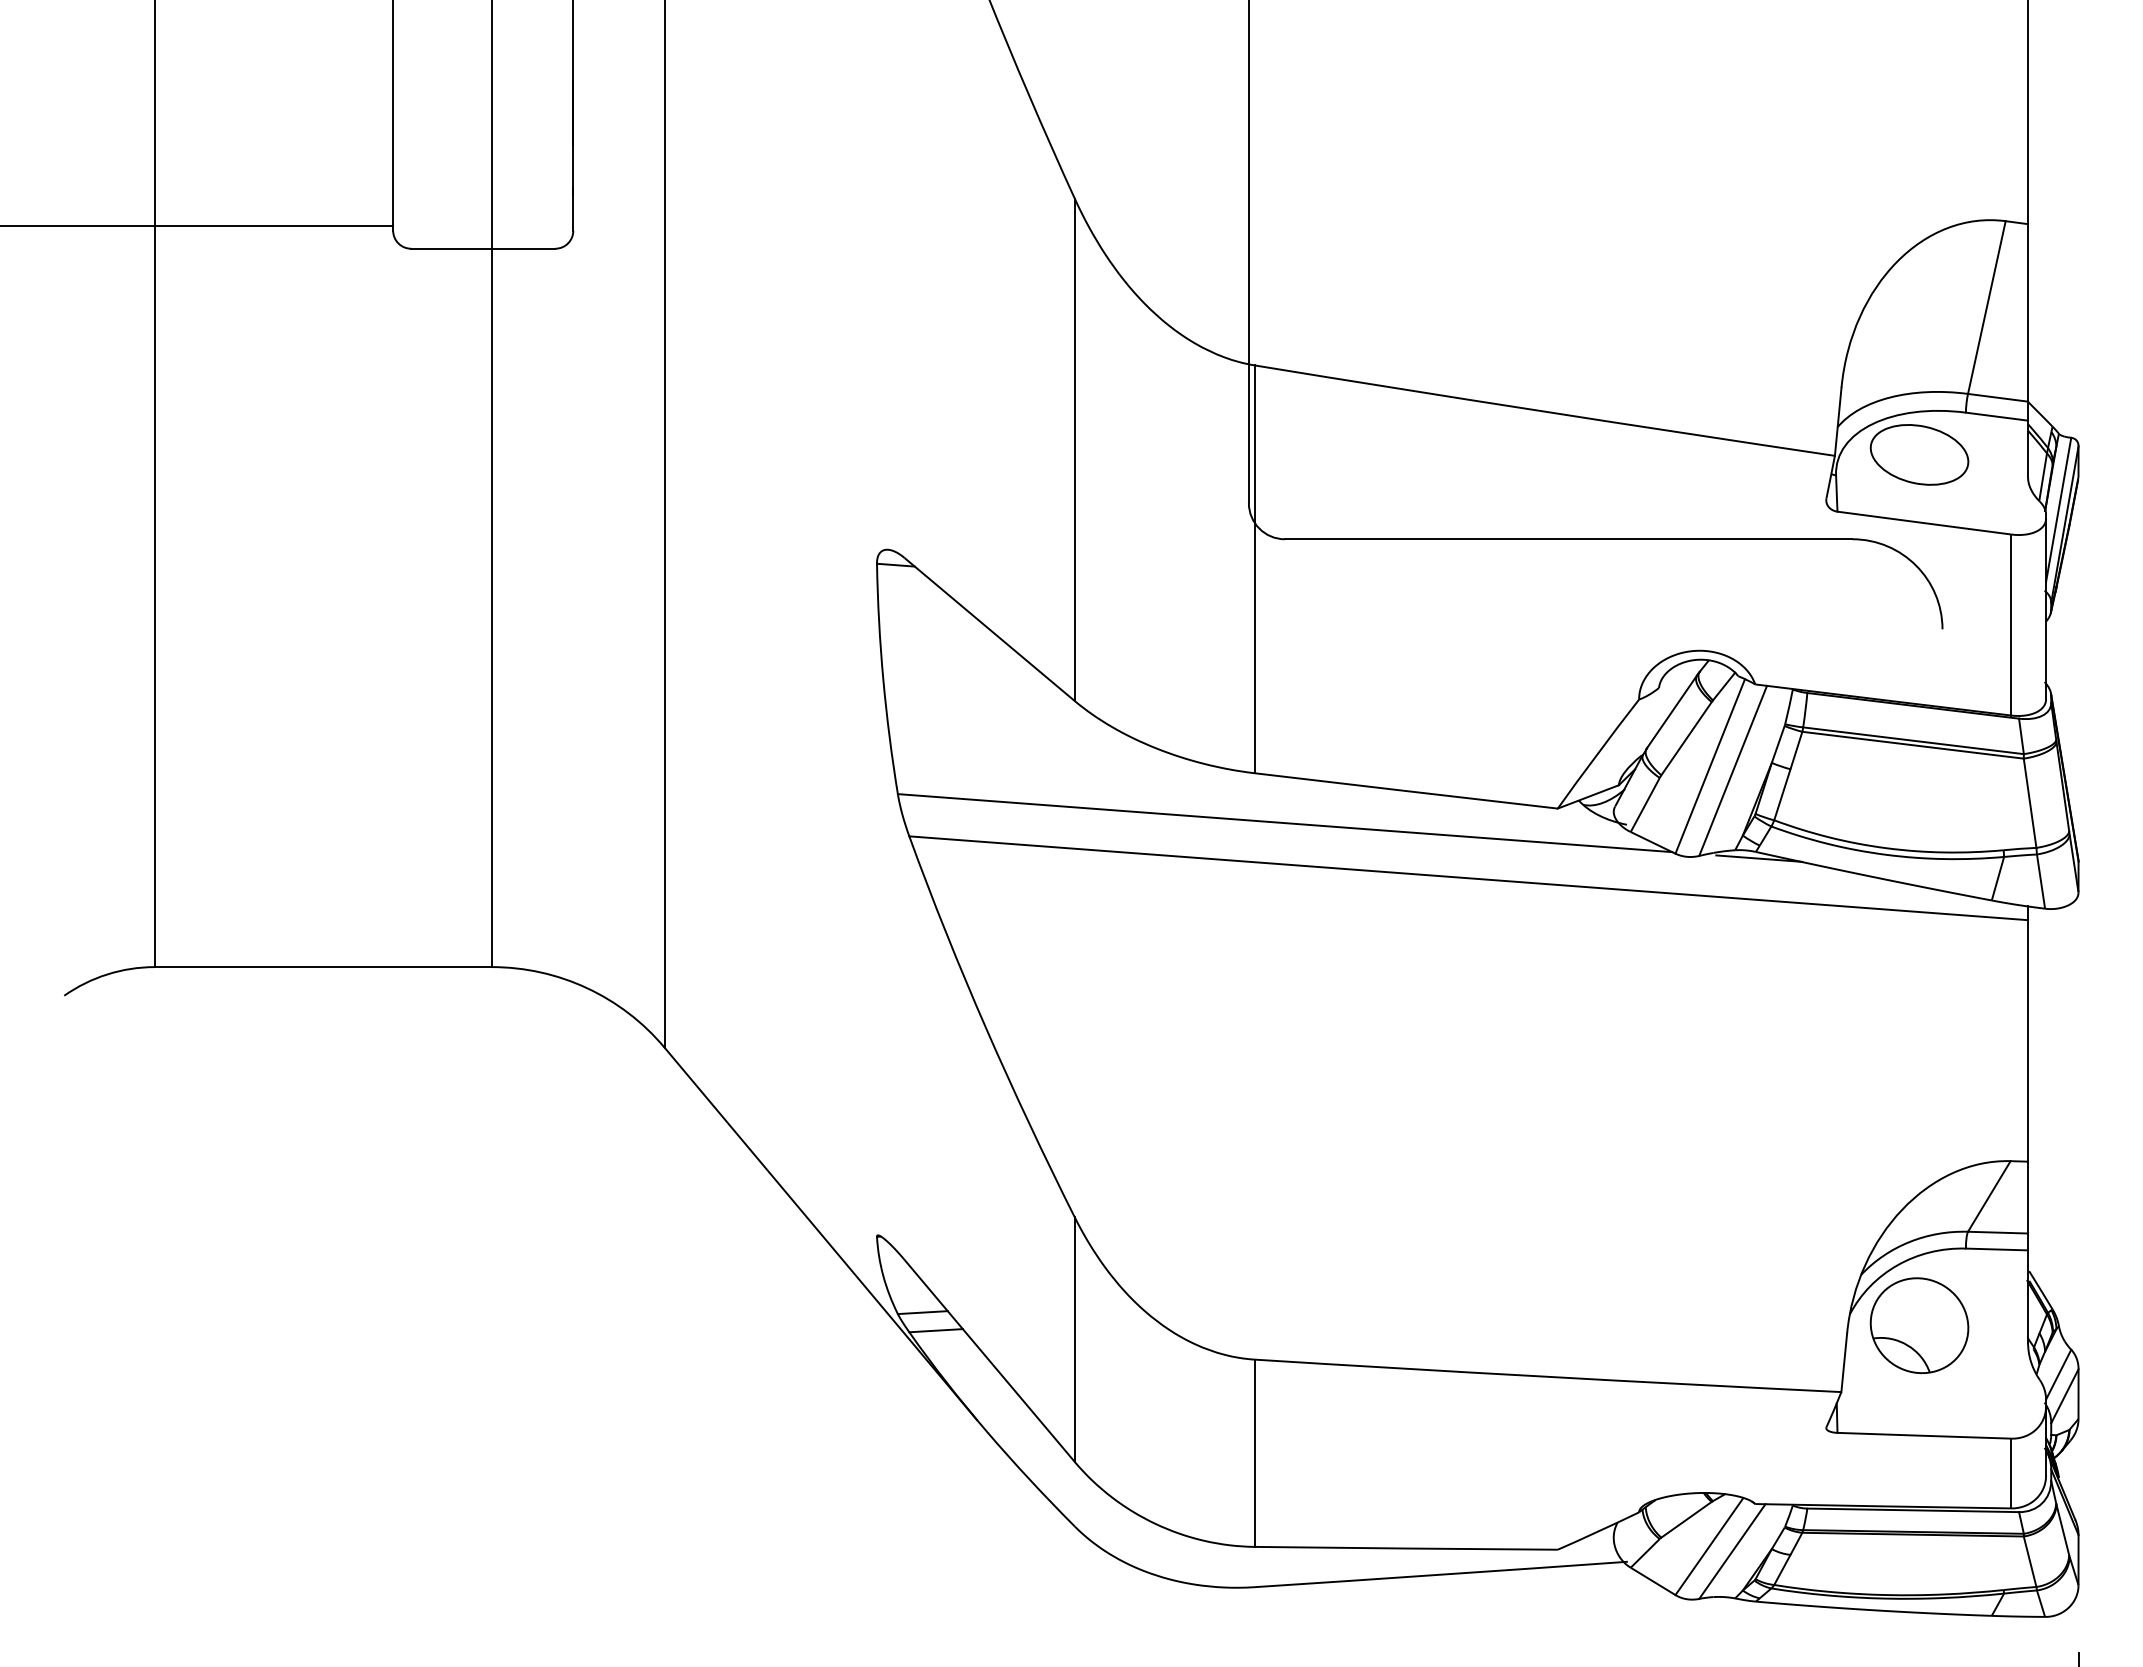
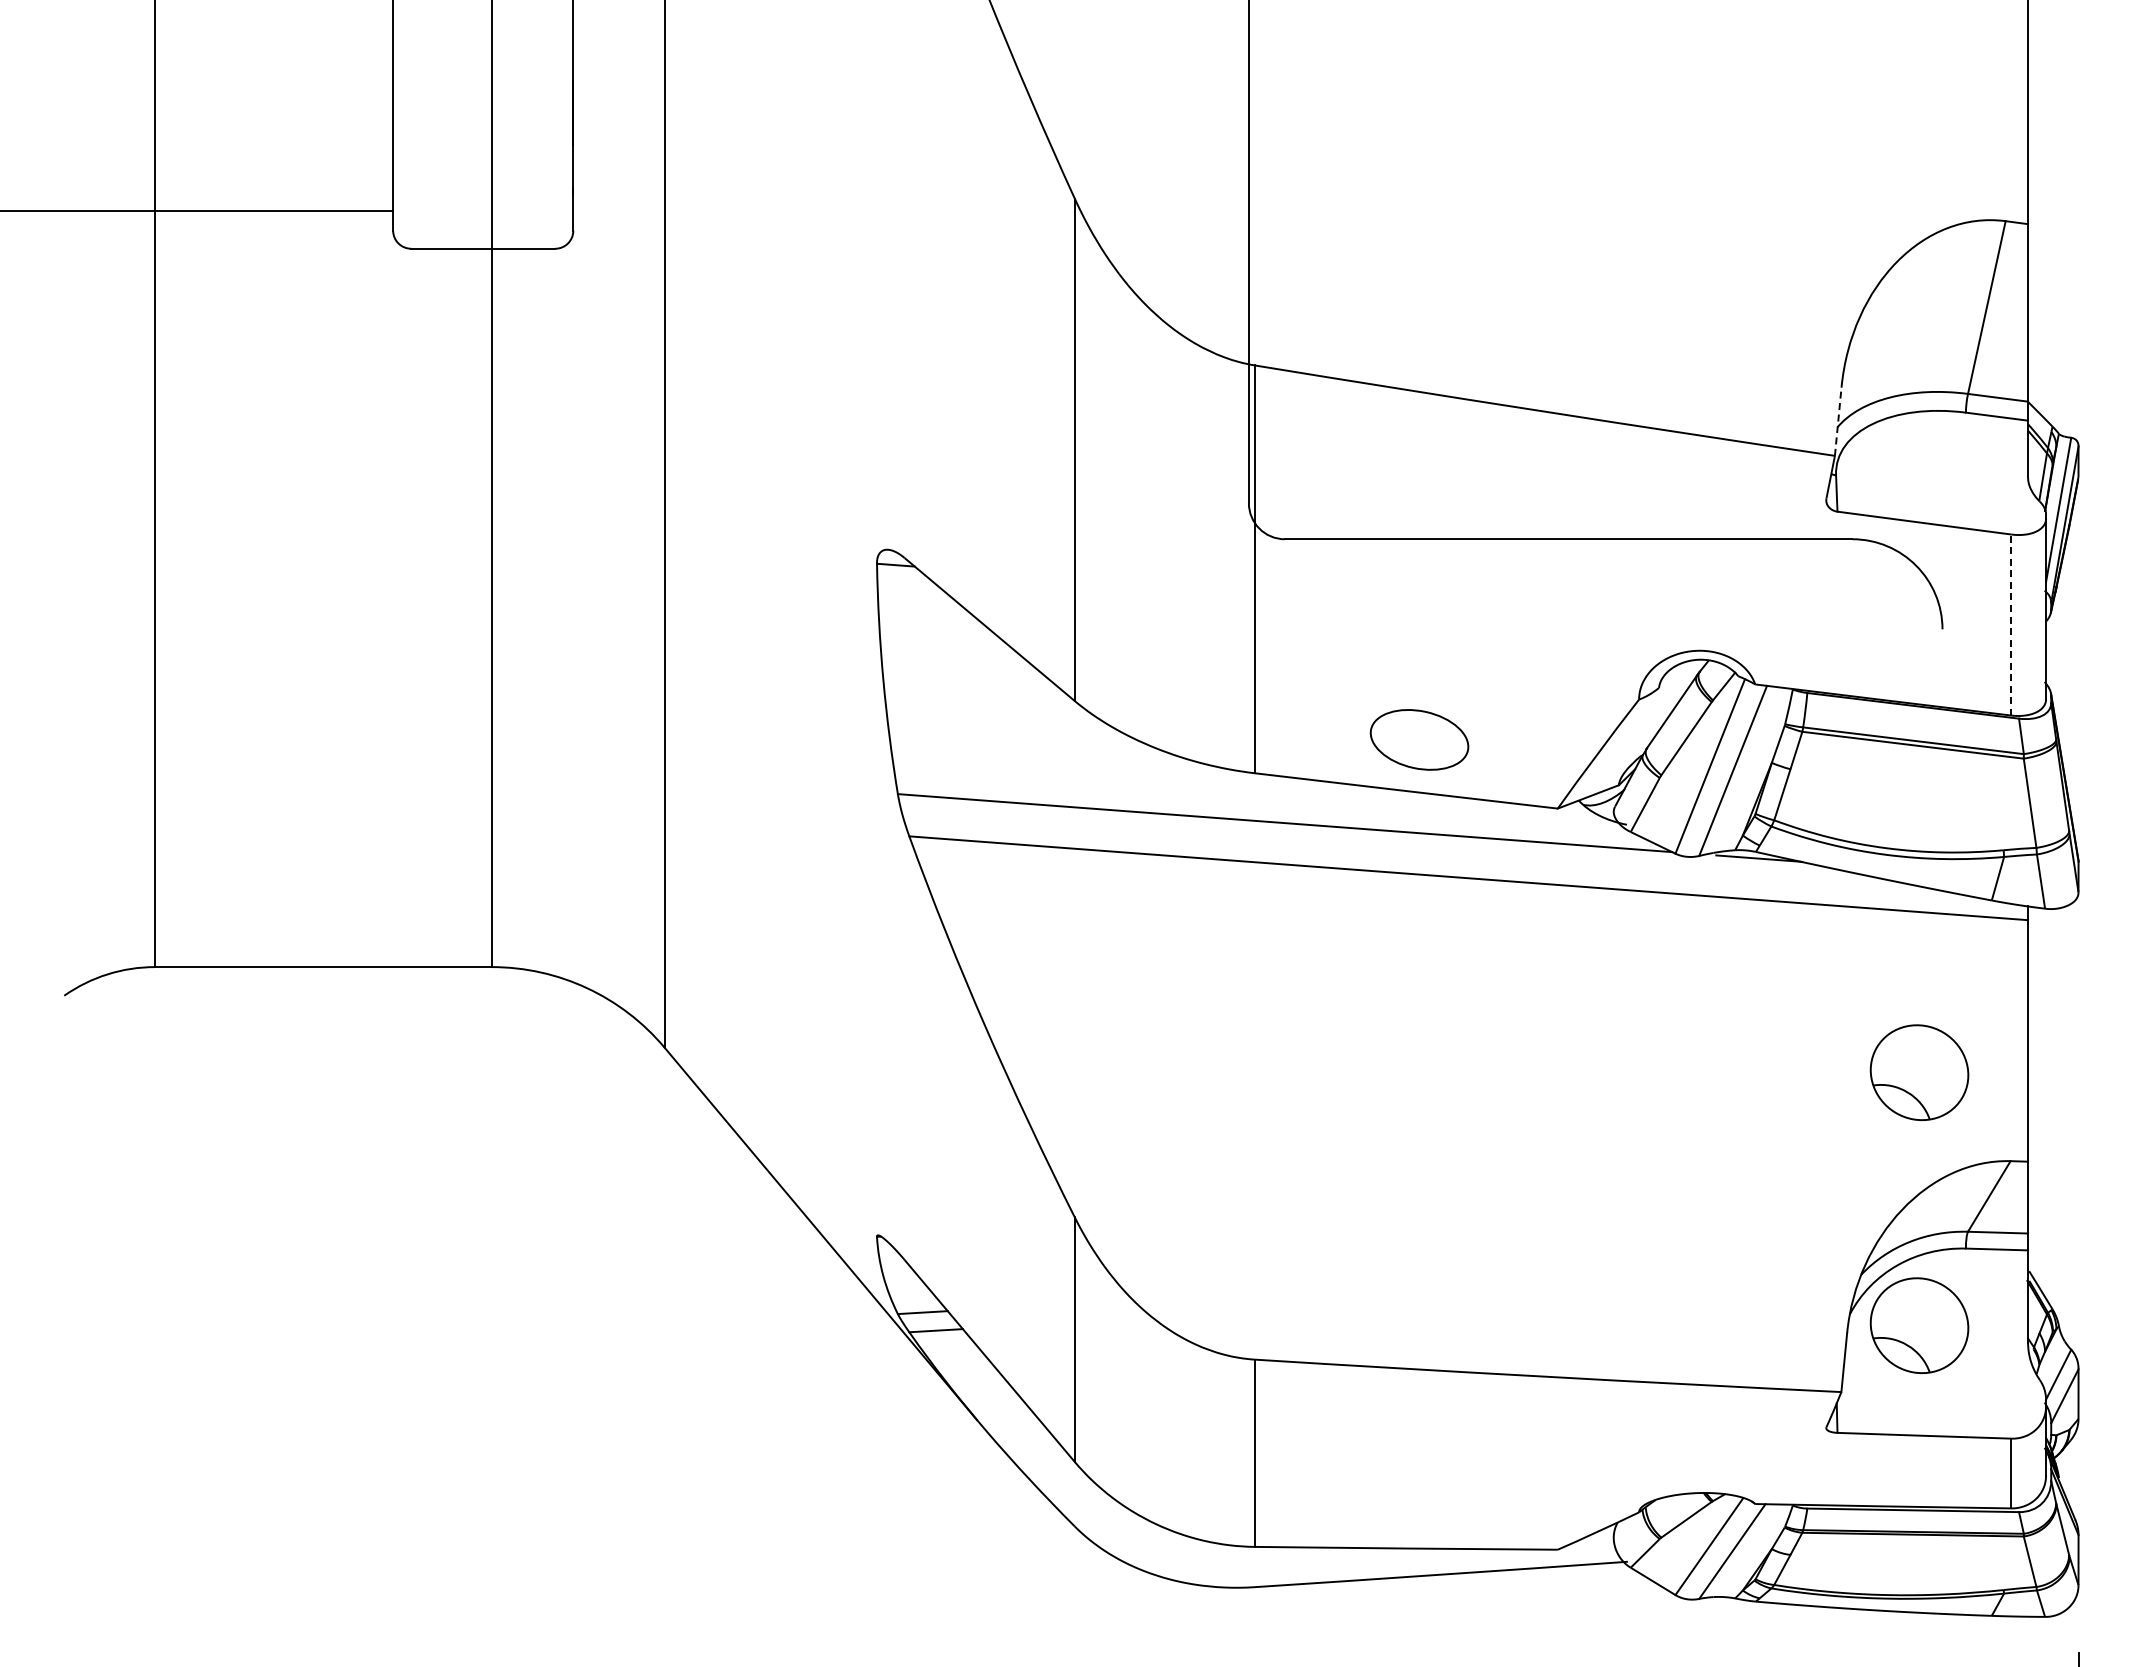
line at (197, 226) position: (197, 226) -> (197, 211)
line at (1838, 421): solid -> dashed
part at (1919, 454) position: (1919, 454) -> (1419, 739)
line at (2011, 625): solid -> dashed
part at (1919, 1072): none -> present
